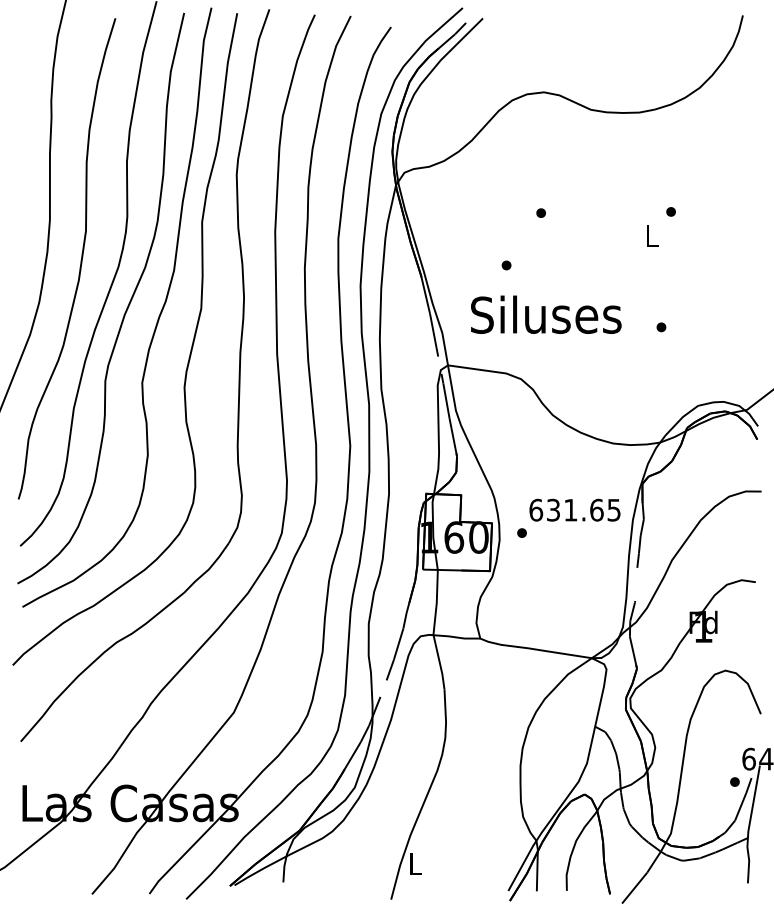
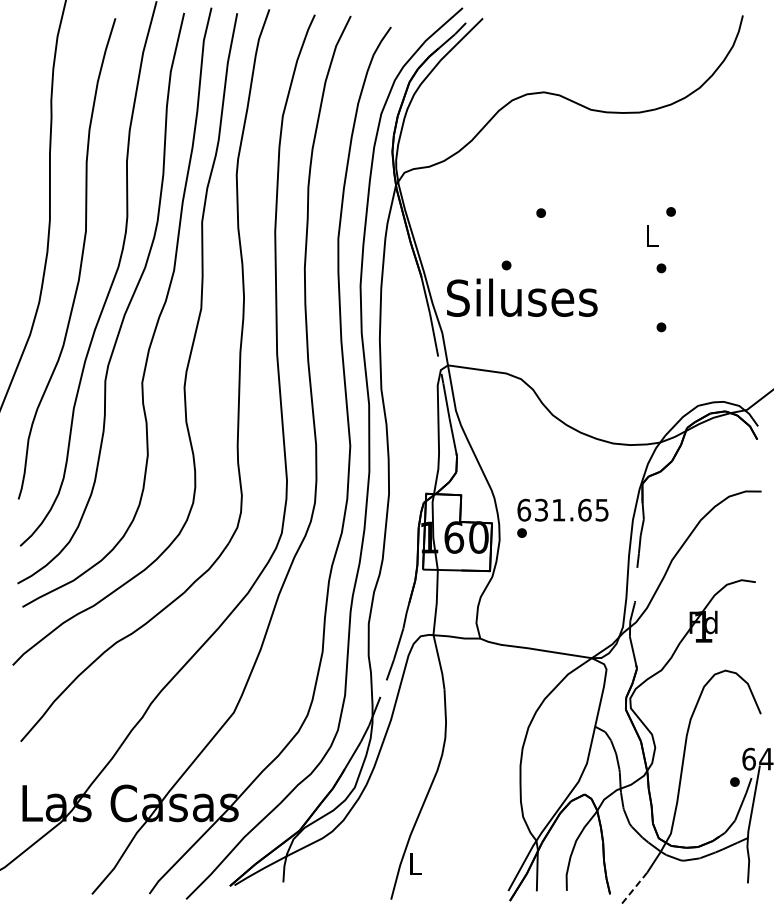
part at (661, 268): none -> present
text at (546, 314) position: (546, 314) -> (522, 297)
text at (574, 509) position: (574, 509) -> (562, 509)
line at (634, 888): solid -> dashed
